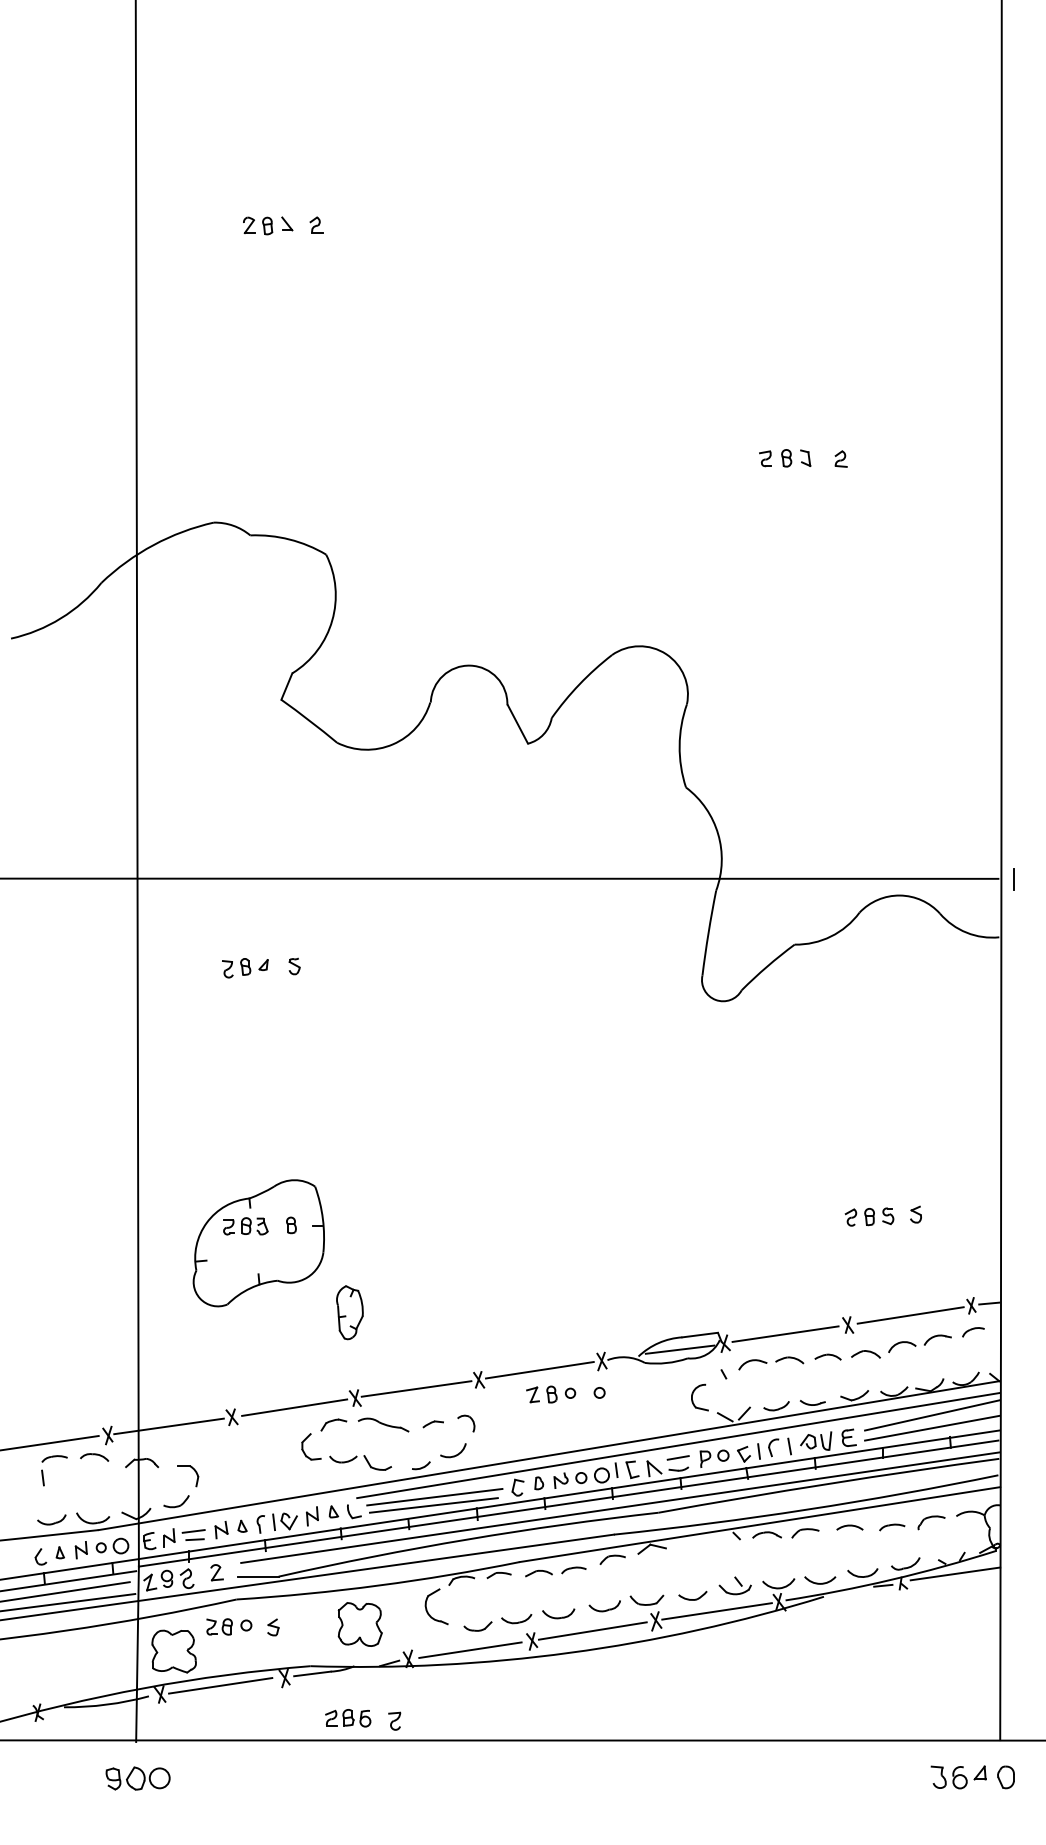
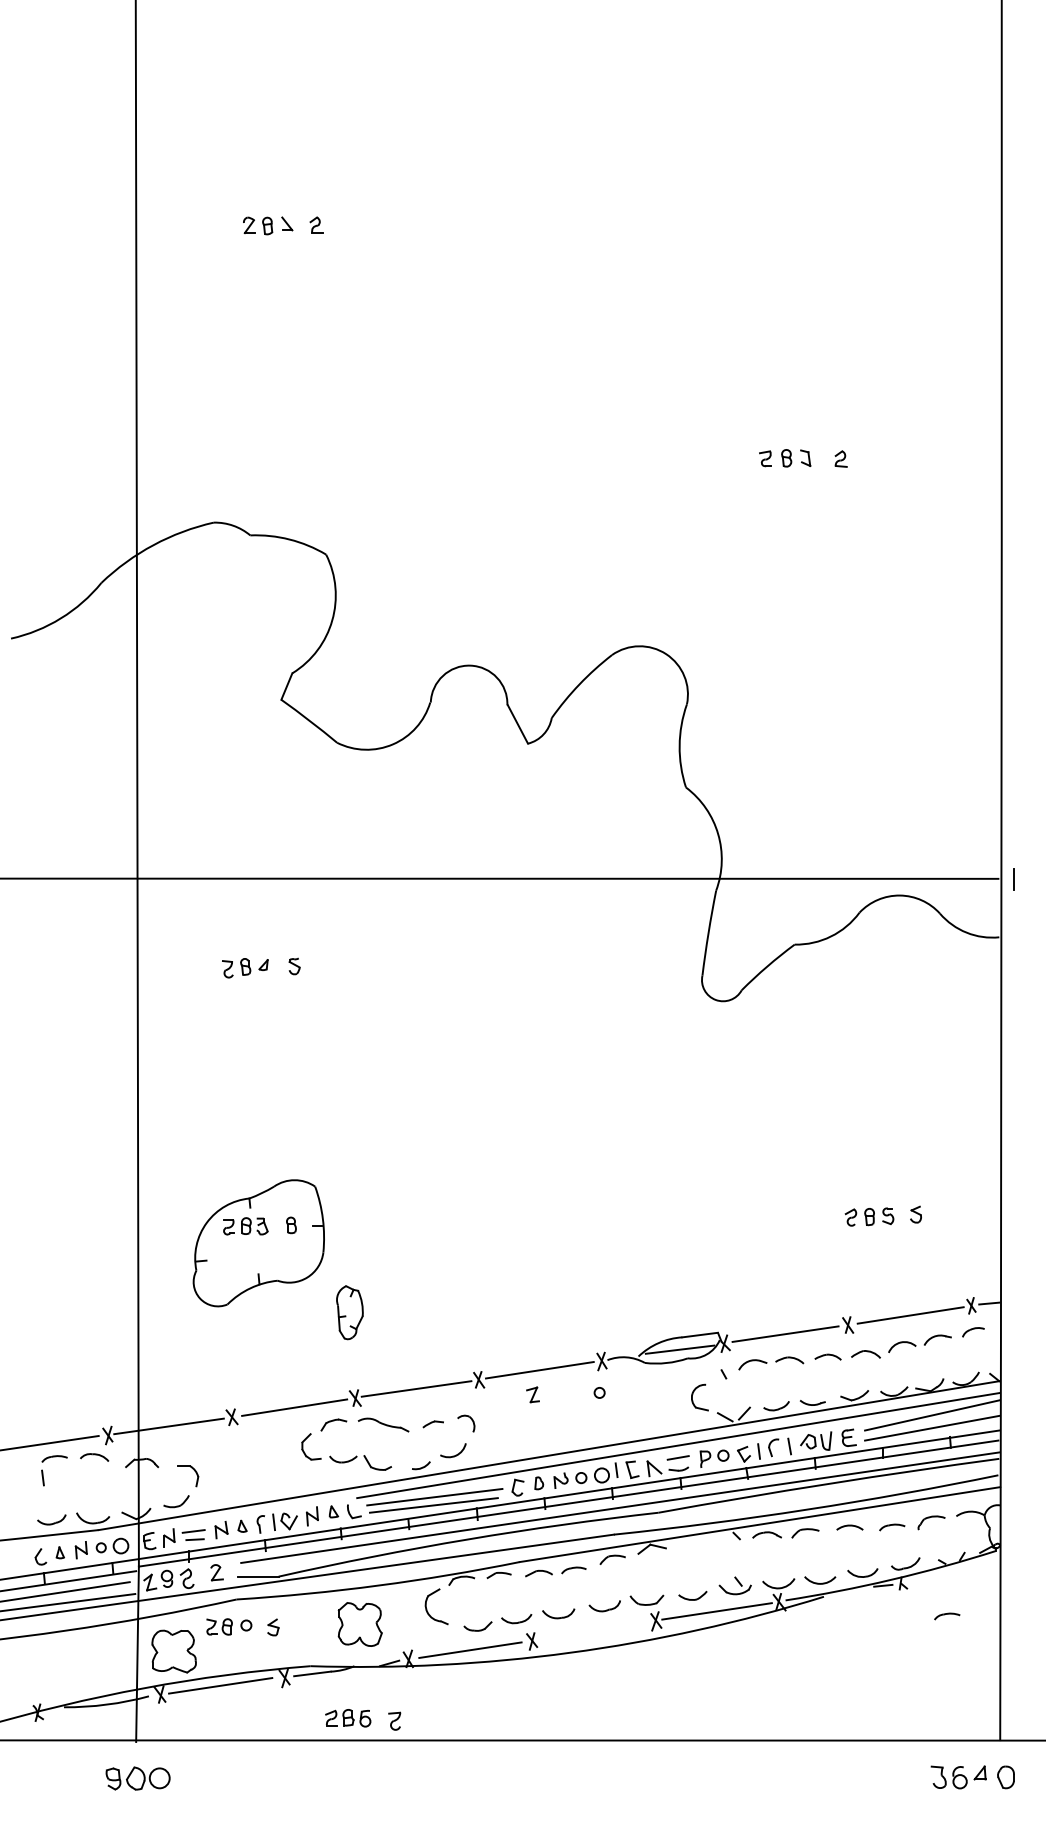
part at (561, 1394): present -> none
line at (955, 1573): present -> none
part at (947, 1616): none -> present
line at (592, 1630): present -> none
